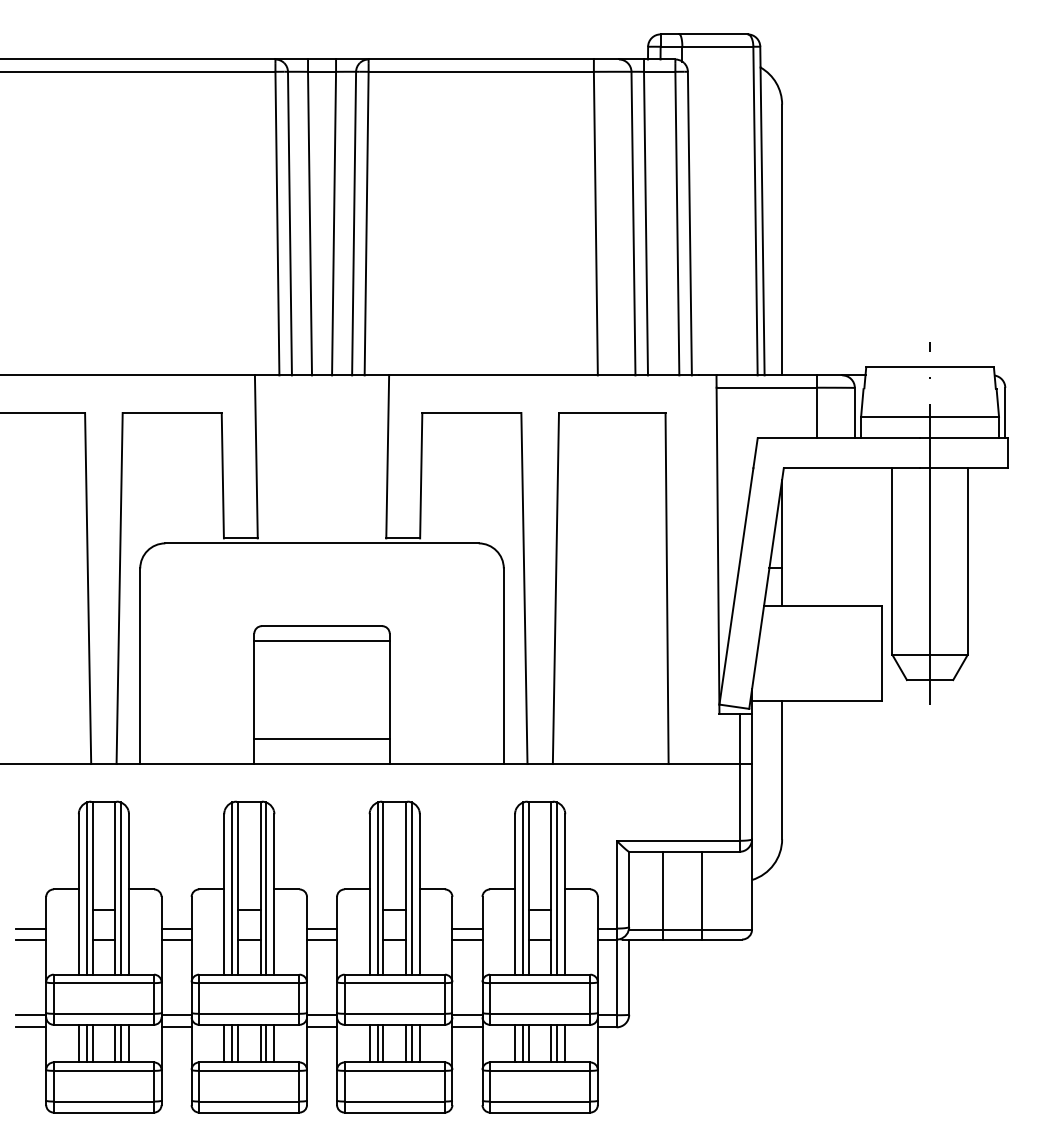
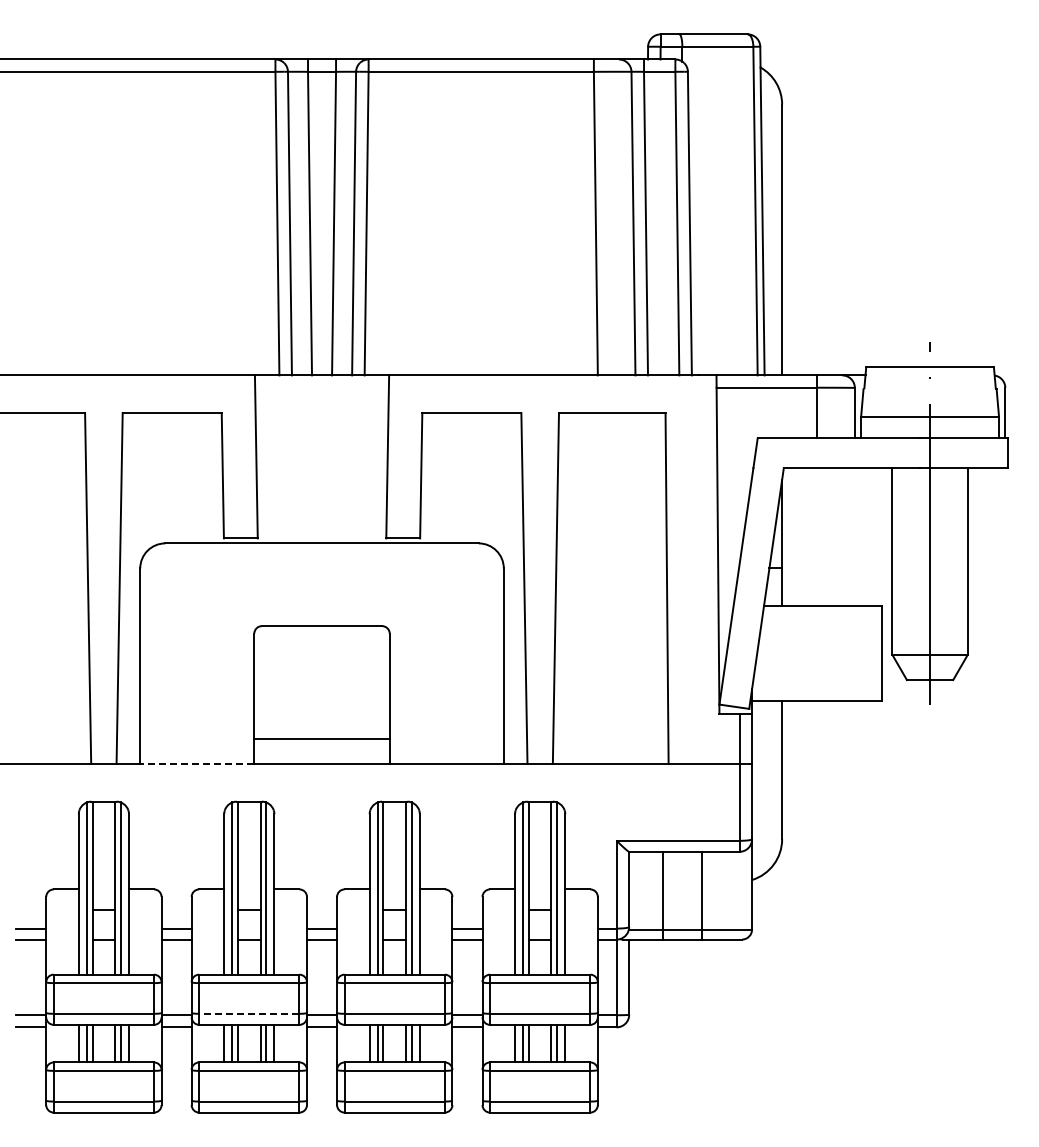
line at (321, 641): present -> none
line at (196, 764): solid -> dashed
line at (248, 1013): solid -> dashed
